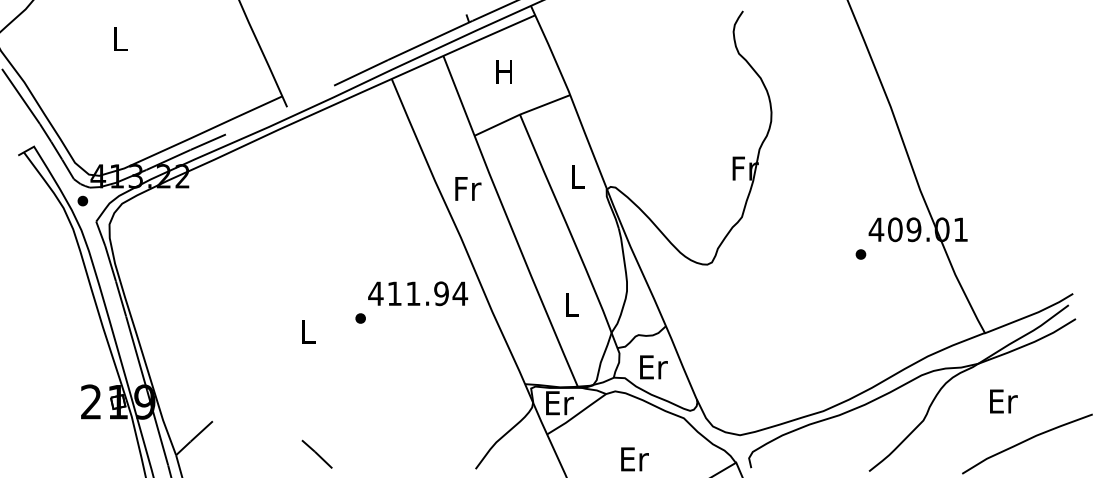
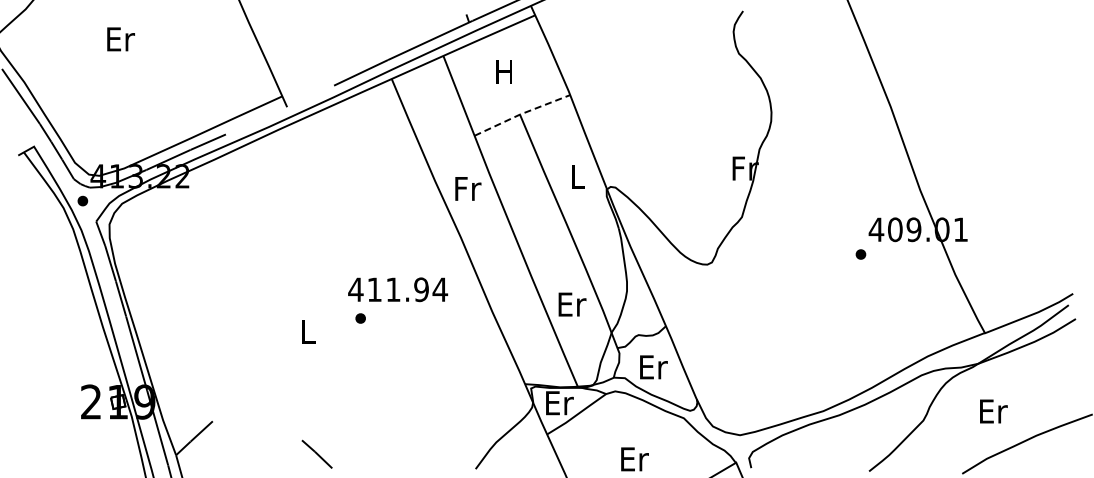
text at (121, 39): L -> Er
line at (521, 114): solid -> dashed
text at (418, 293) position: (418, 293) -> (398, 289)
text at (572, 304): L -> Er
text at (1003, 401) position: (1003, 401) -> (993, 411)
